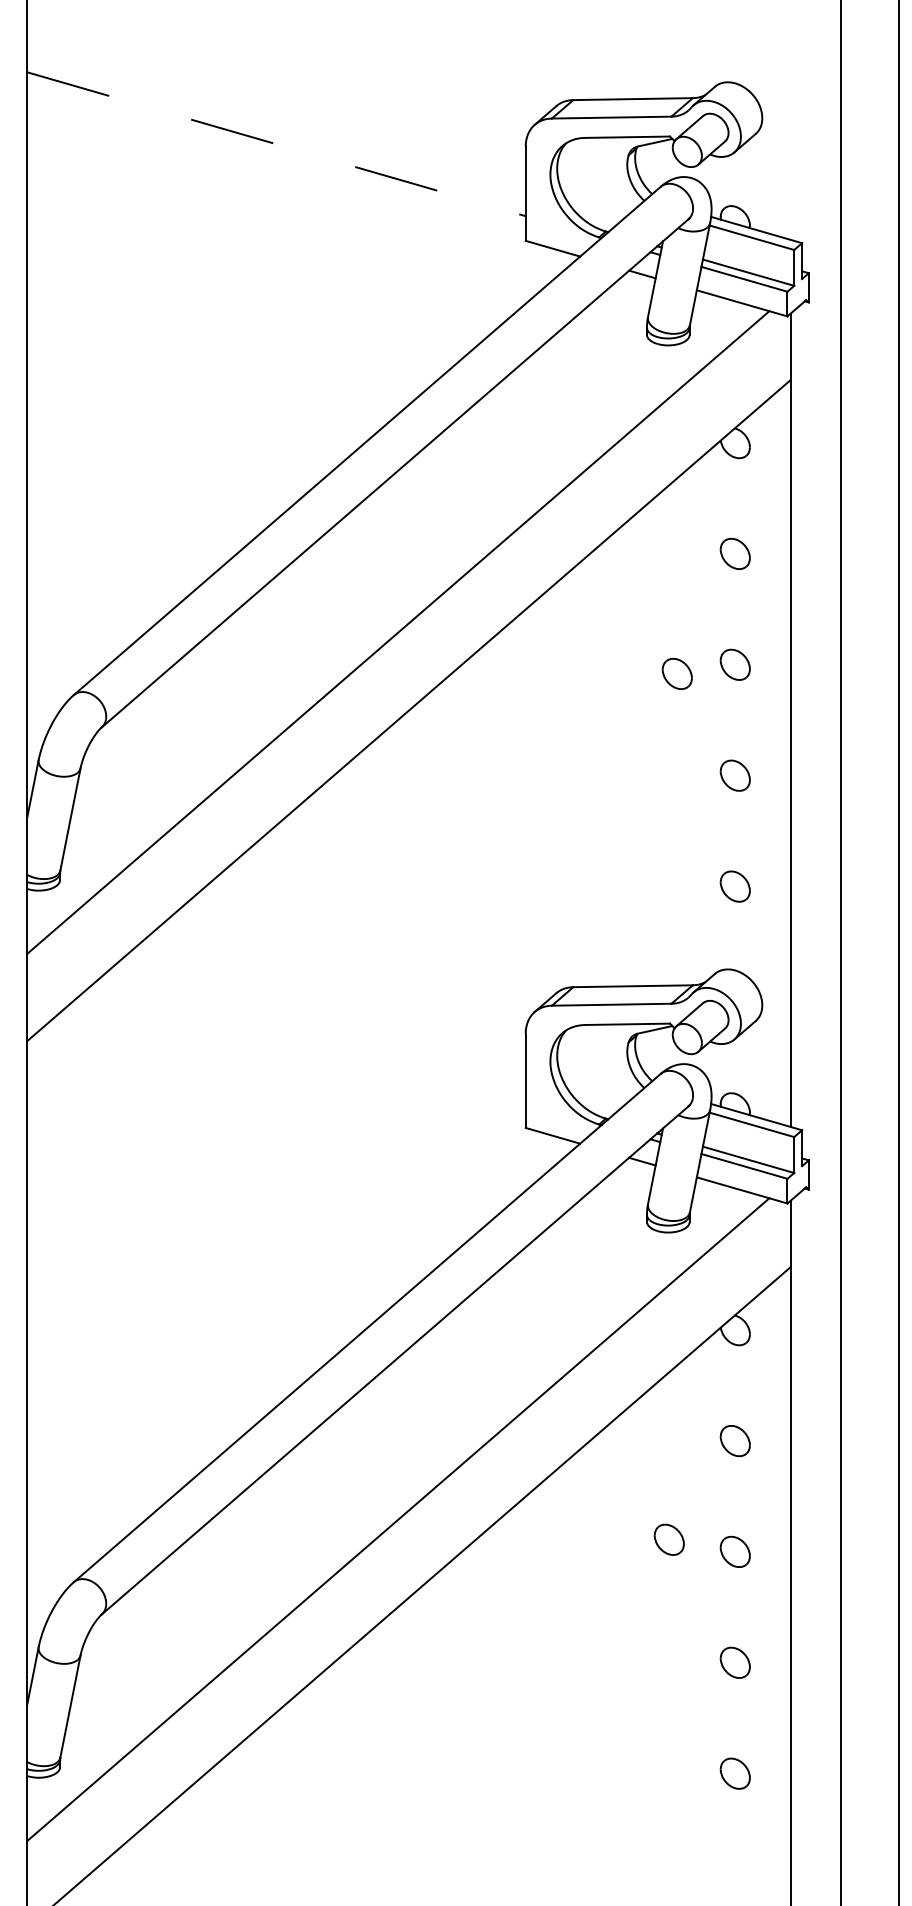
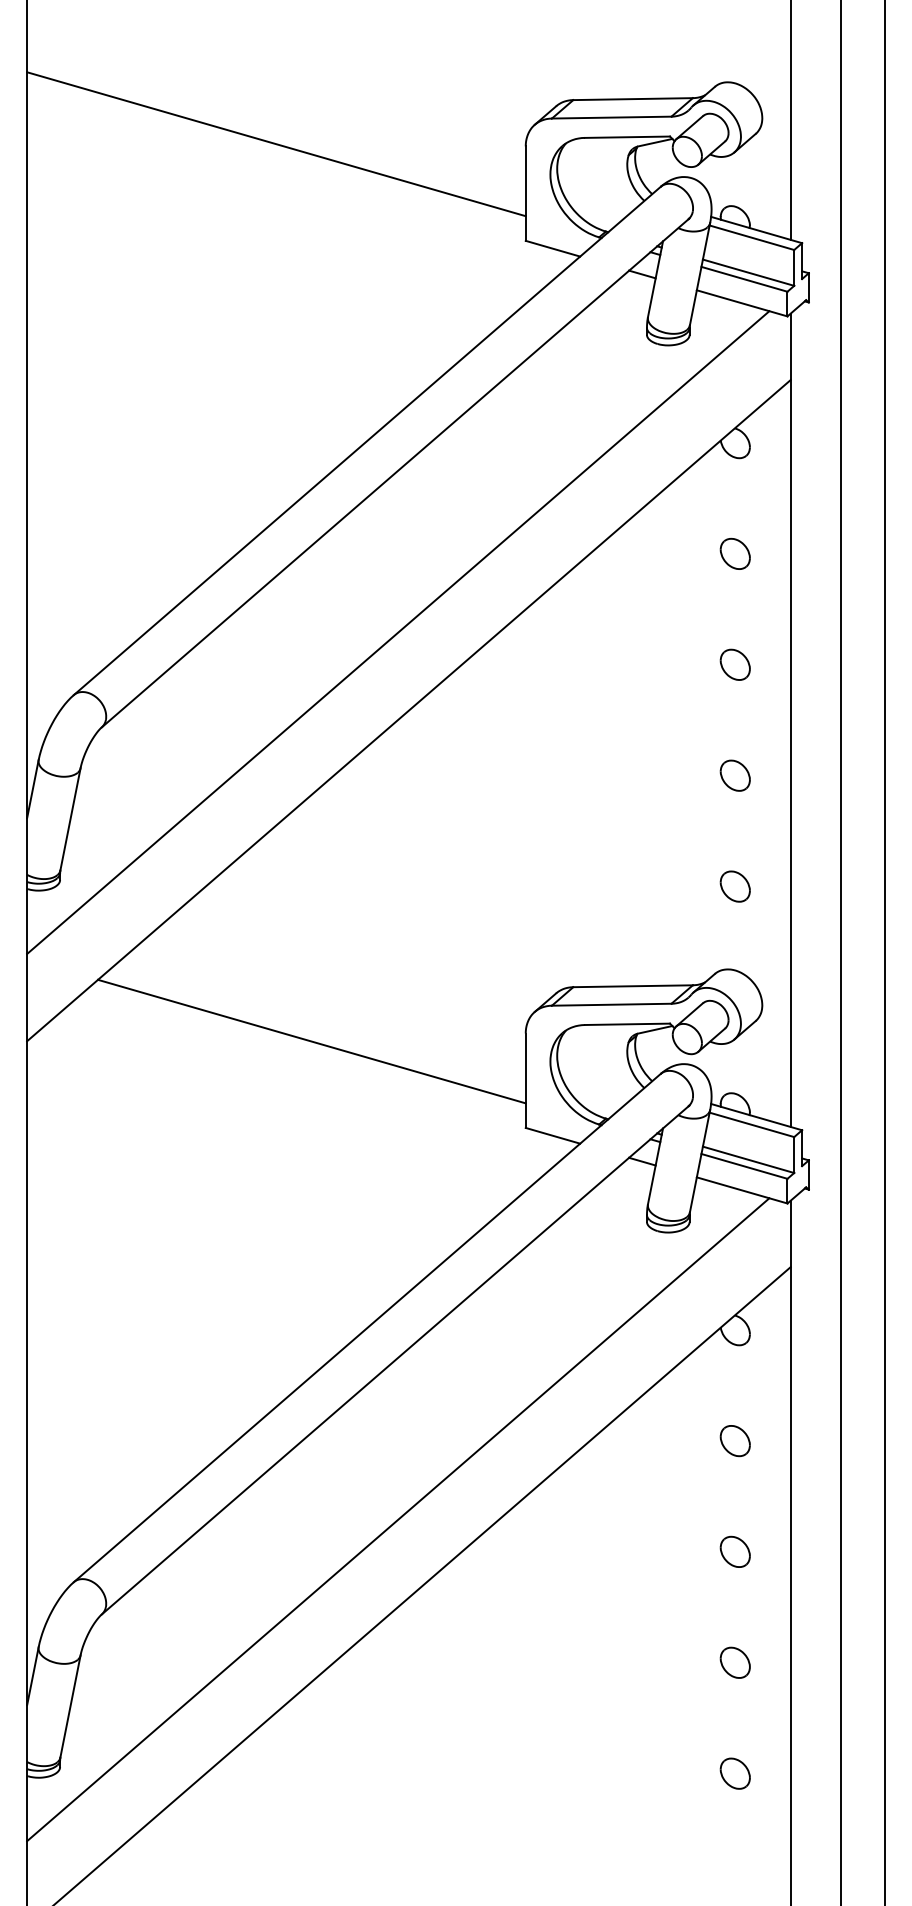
line at (790, 120): none -> present
line at (276, 144): dashed -> solid
part at (676, 673): present -> none
line at (898, 952) position: (898, 952) -> (884, 952)
line at (311, 1041): none -> present
part at (668, 1539): present -> none
